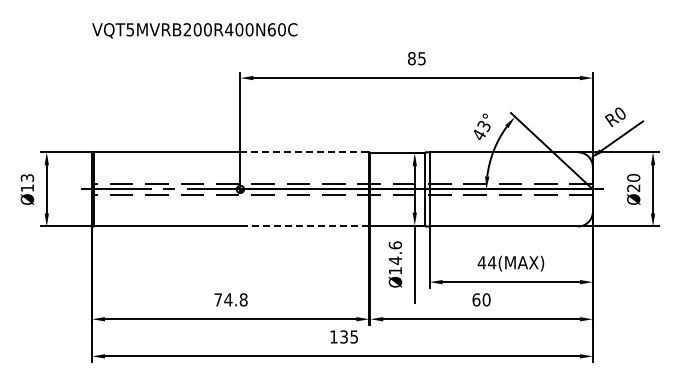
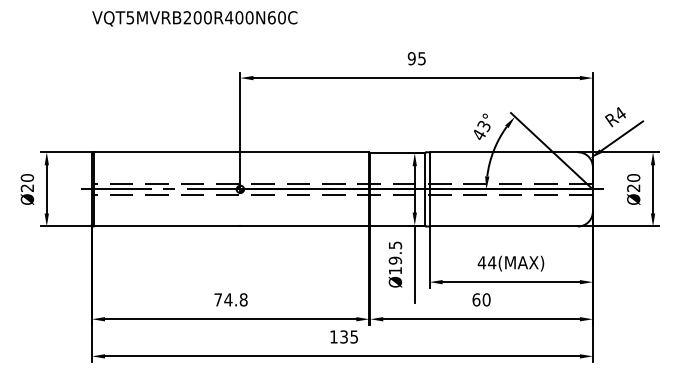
text at (194, 30) position: (194, 30) -> (194, 18)
text at (411, 58): 85 -> 95
text at (620, 113): R0 -> R4
line at (305, 152): dashed -> solid
text at (27, 183): Ø13 -> Ø20
line at (304, 226): dashed -> solid
text at (395, 252): Ø14.6 -> Ø19.5
